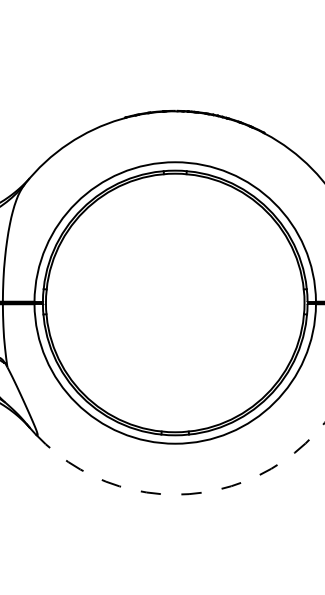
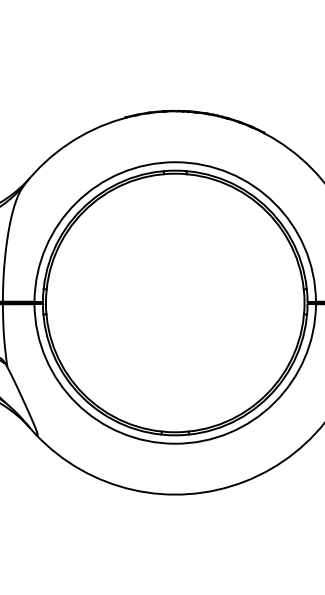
arc at (182, 494): dashed -> solid
